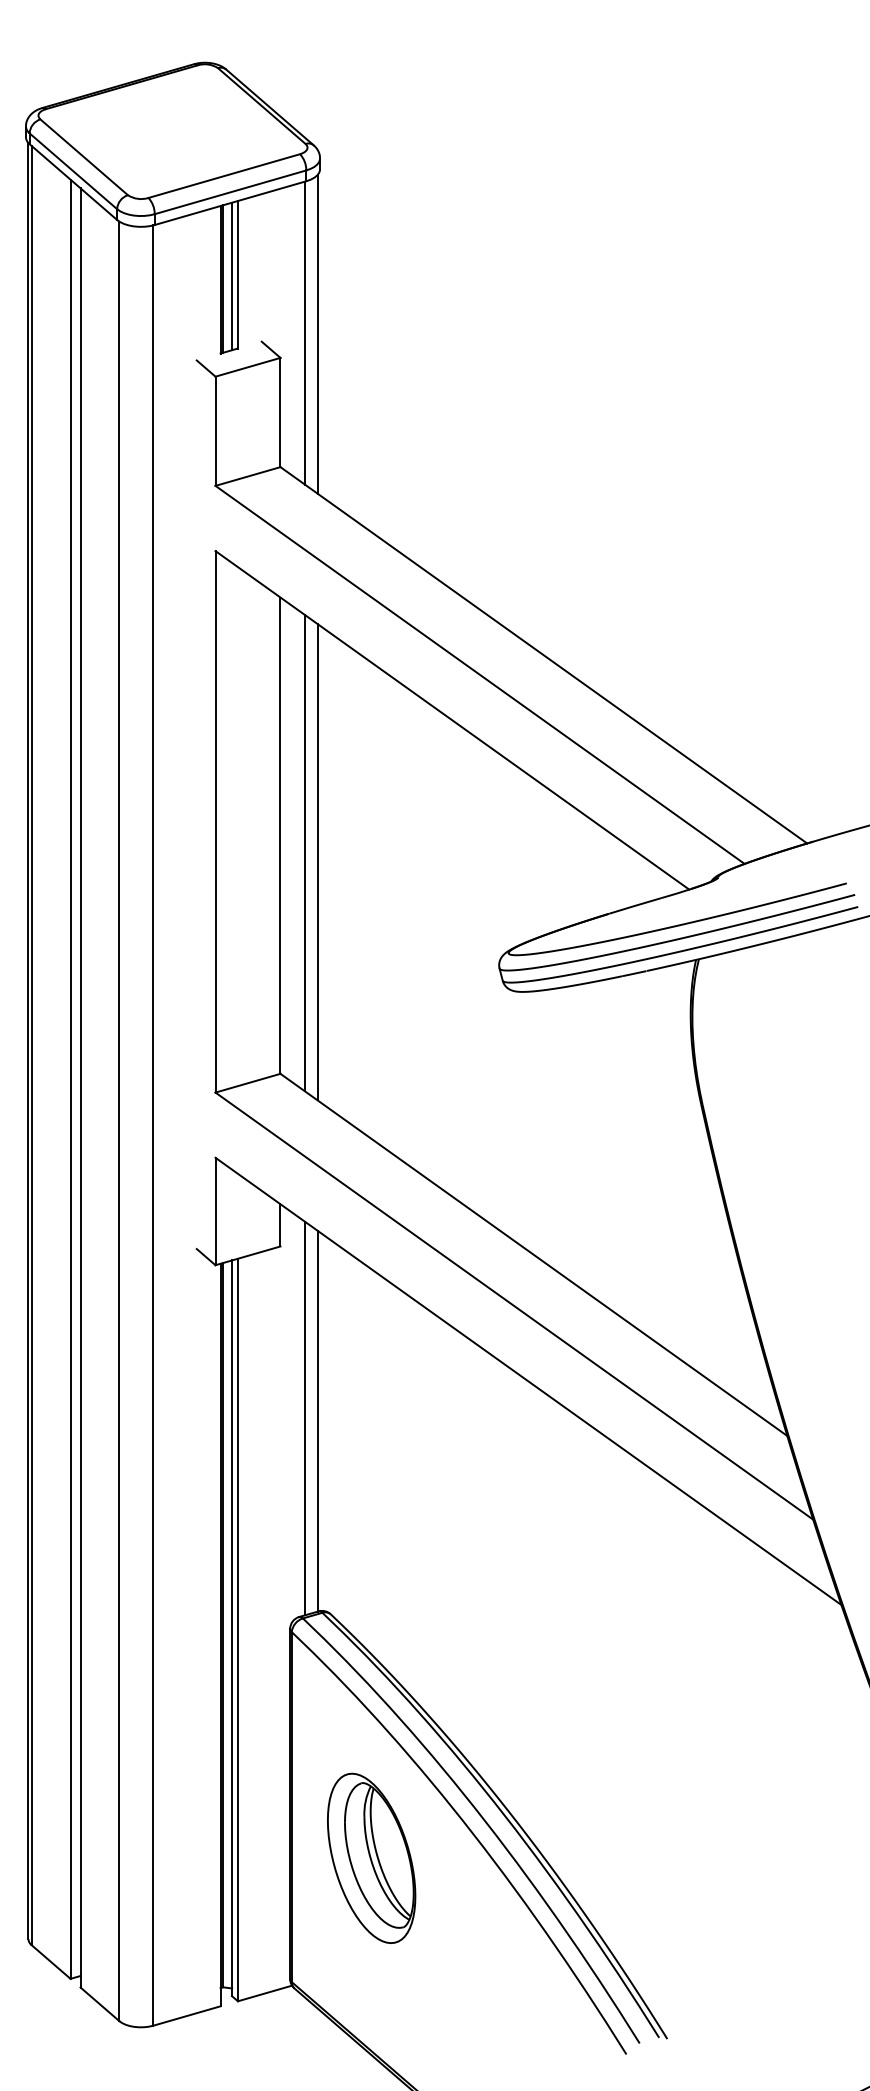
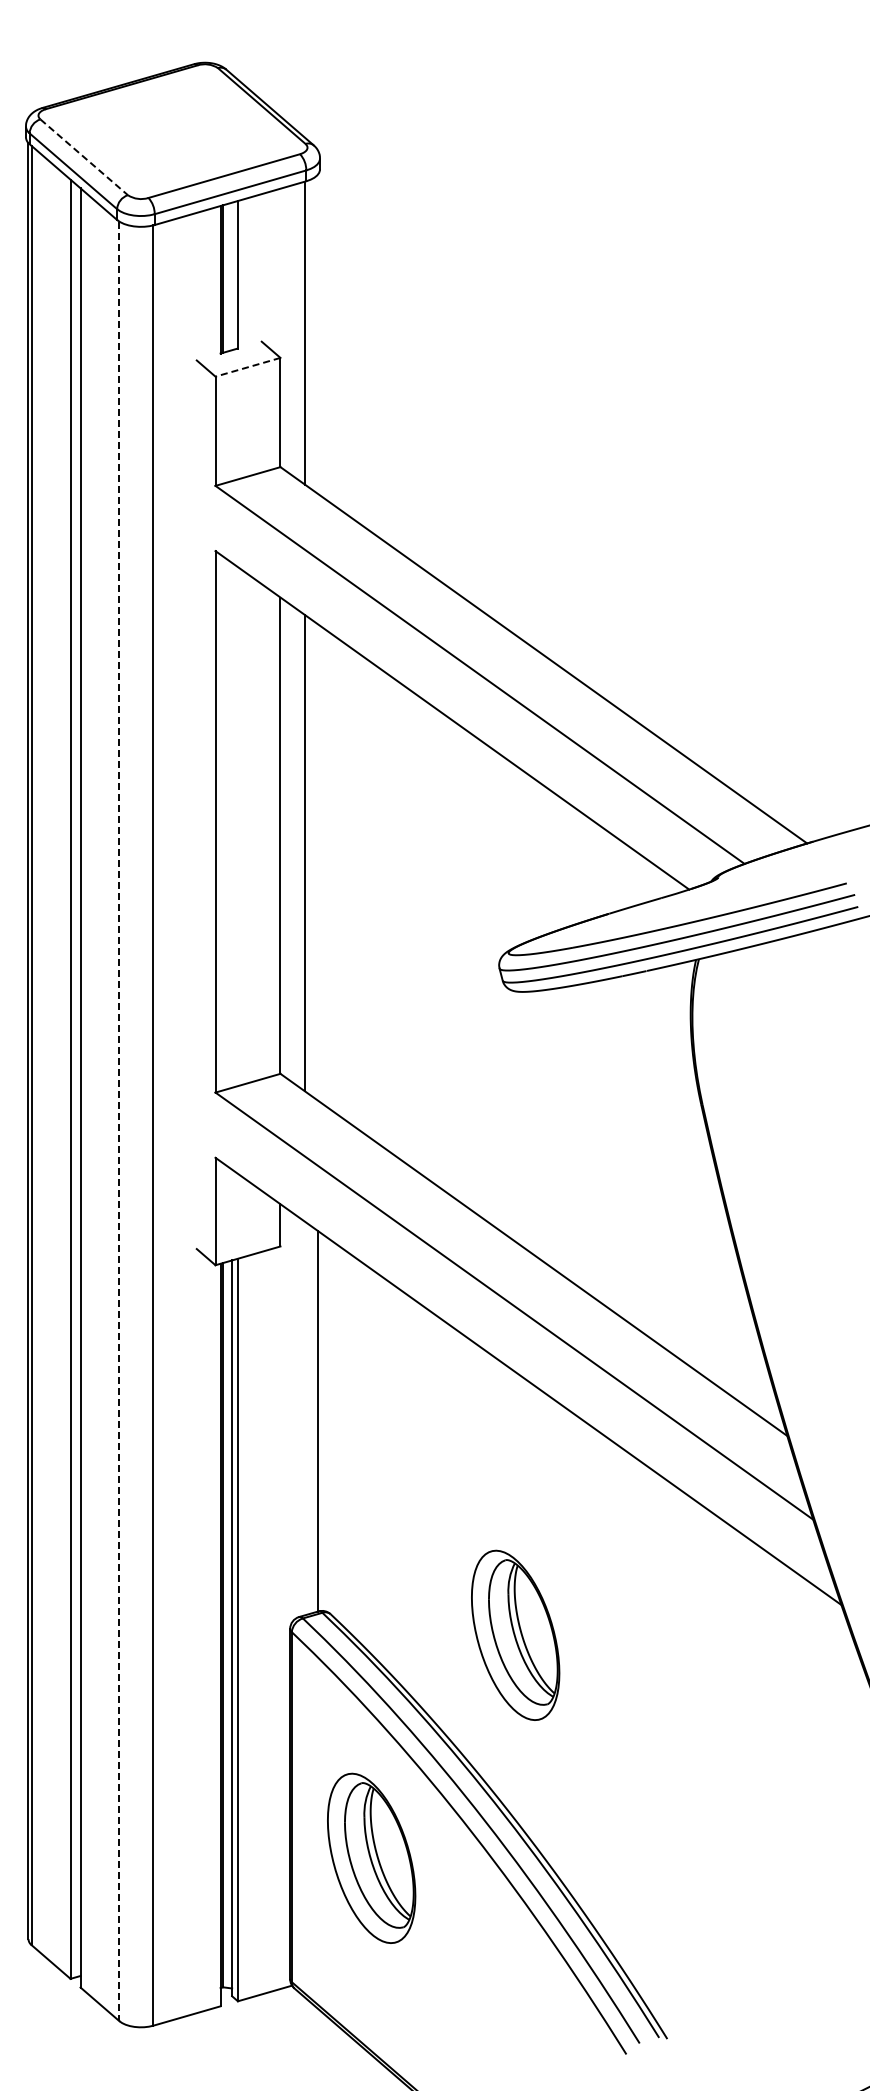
line at (84, 157): solid -> dashed
line at (232, 276): present -> none
line at (317, 334): present -> none
line at (248, 367): solid -> dashed
line at (317, 862): present -> none
line at (119, 1121): solid -> dashed
line at (305, 1418): present -> none
part at (515, 1634): none -> present
